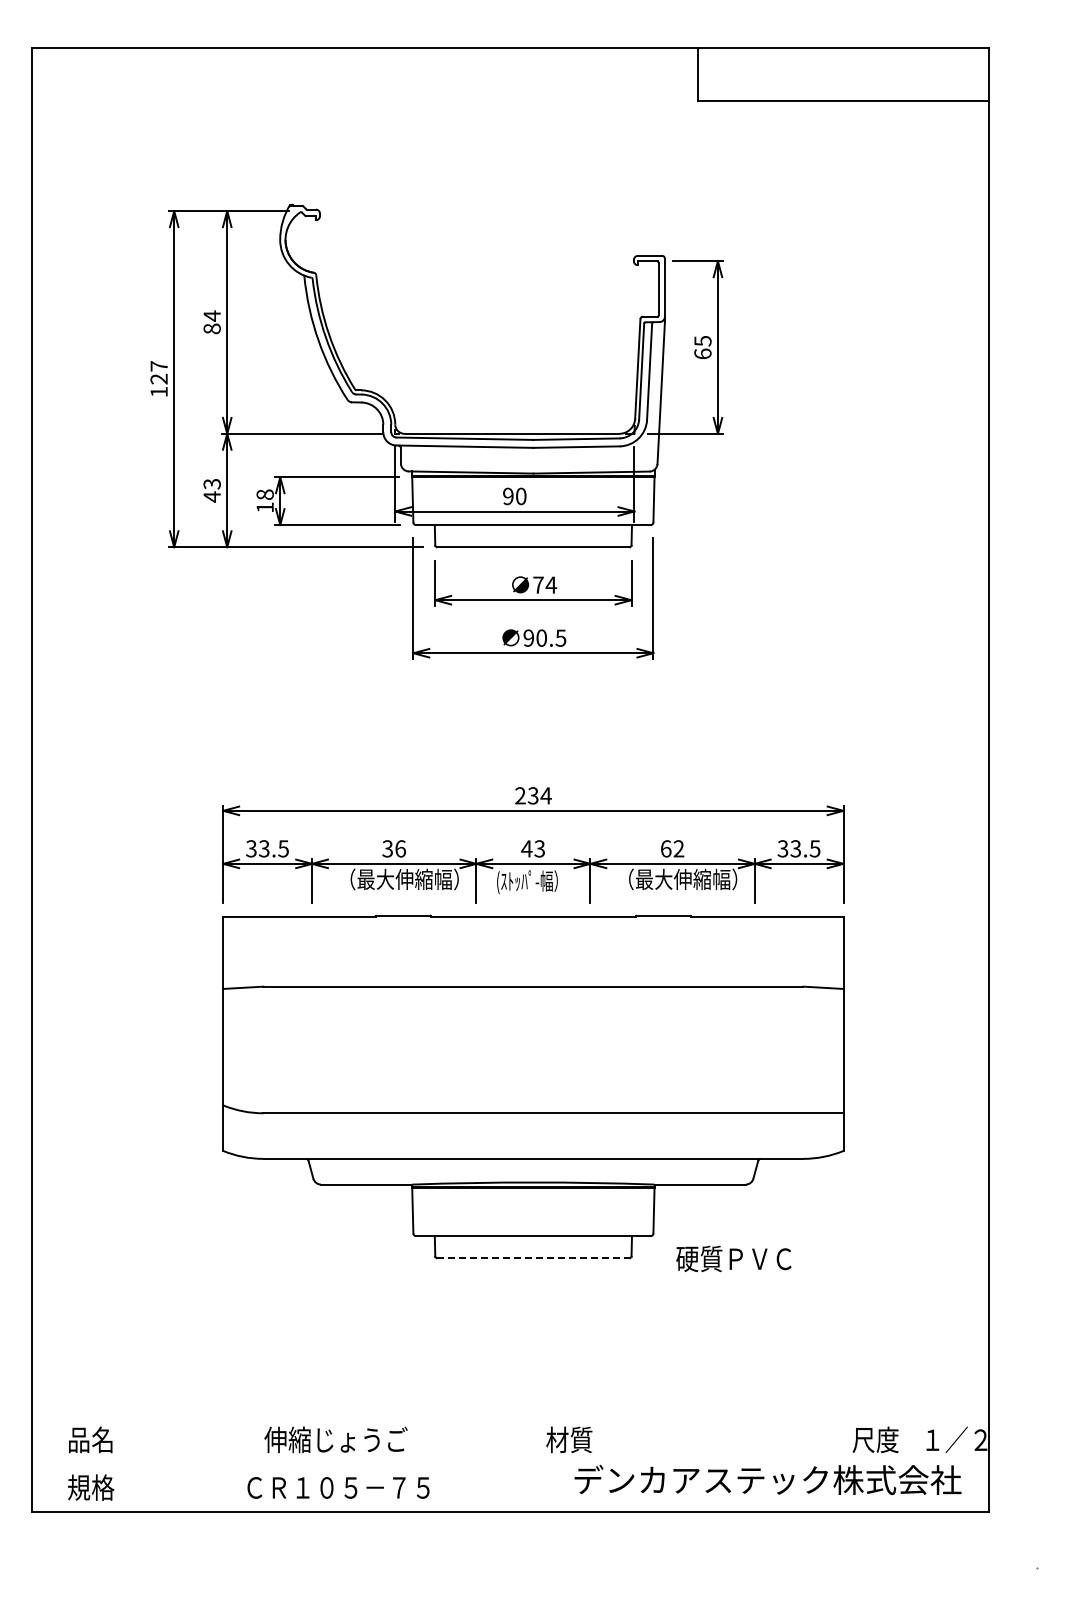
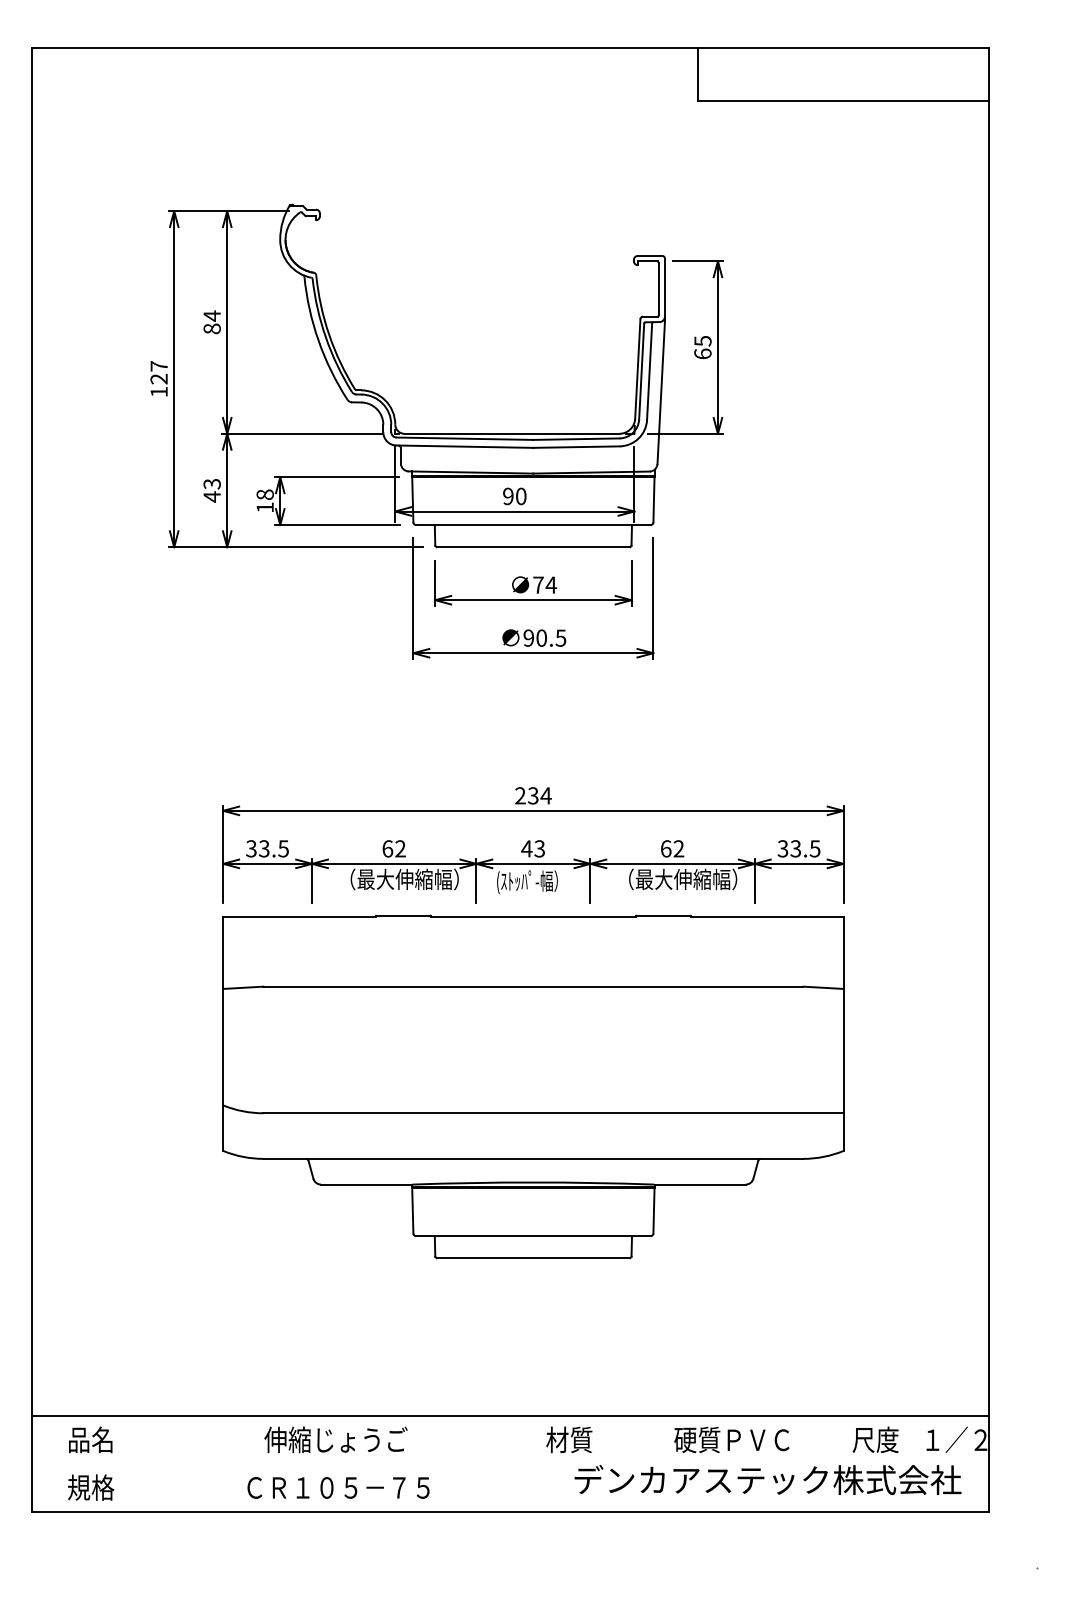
text at (393, 848): 36 -> 62
line at (533, 1258): dashed -> solid
text at (733, 1258) position: (733, 1258) -> (731, 1439)
line at (510, 1416): none -> present
